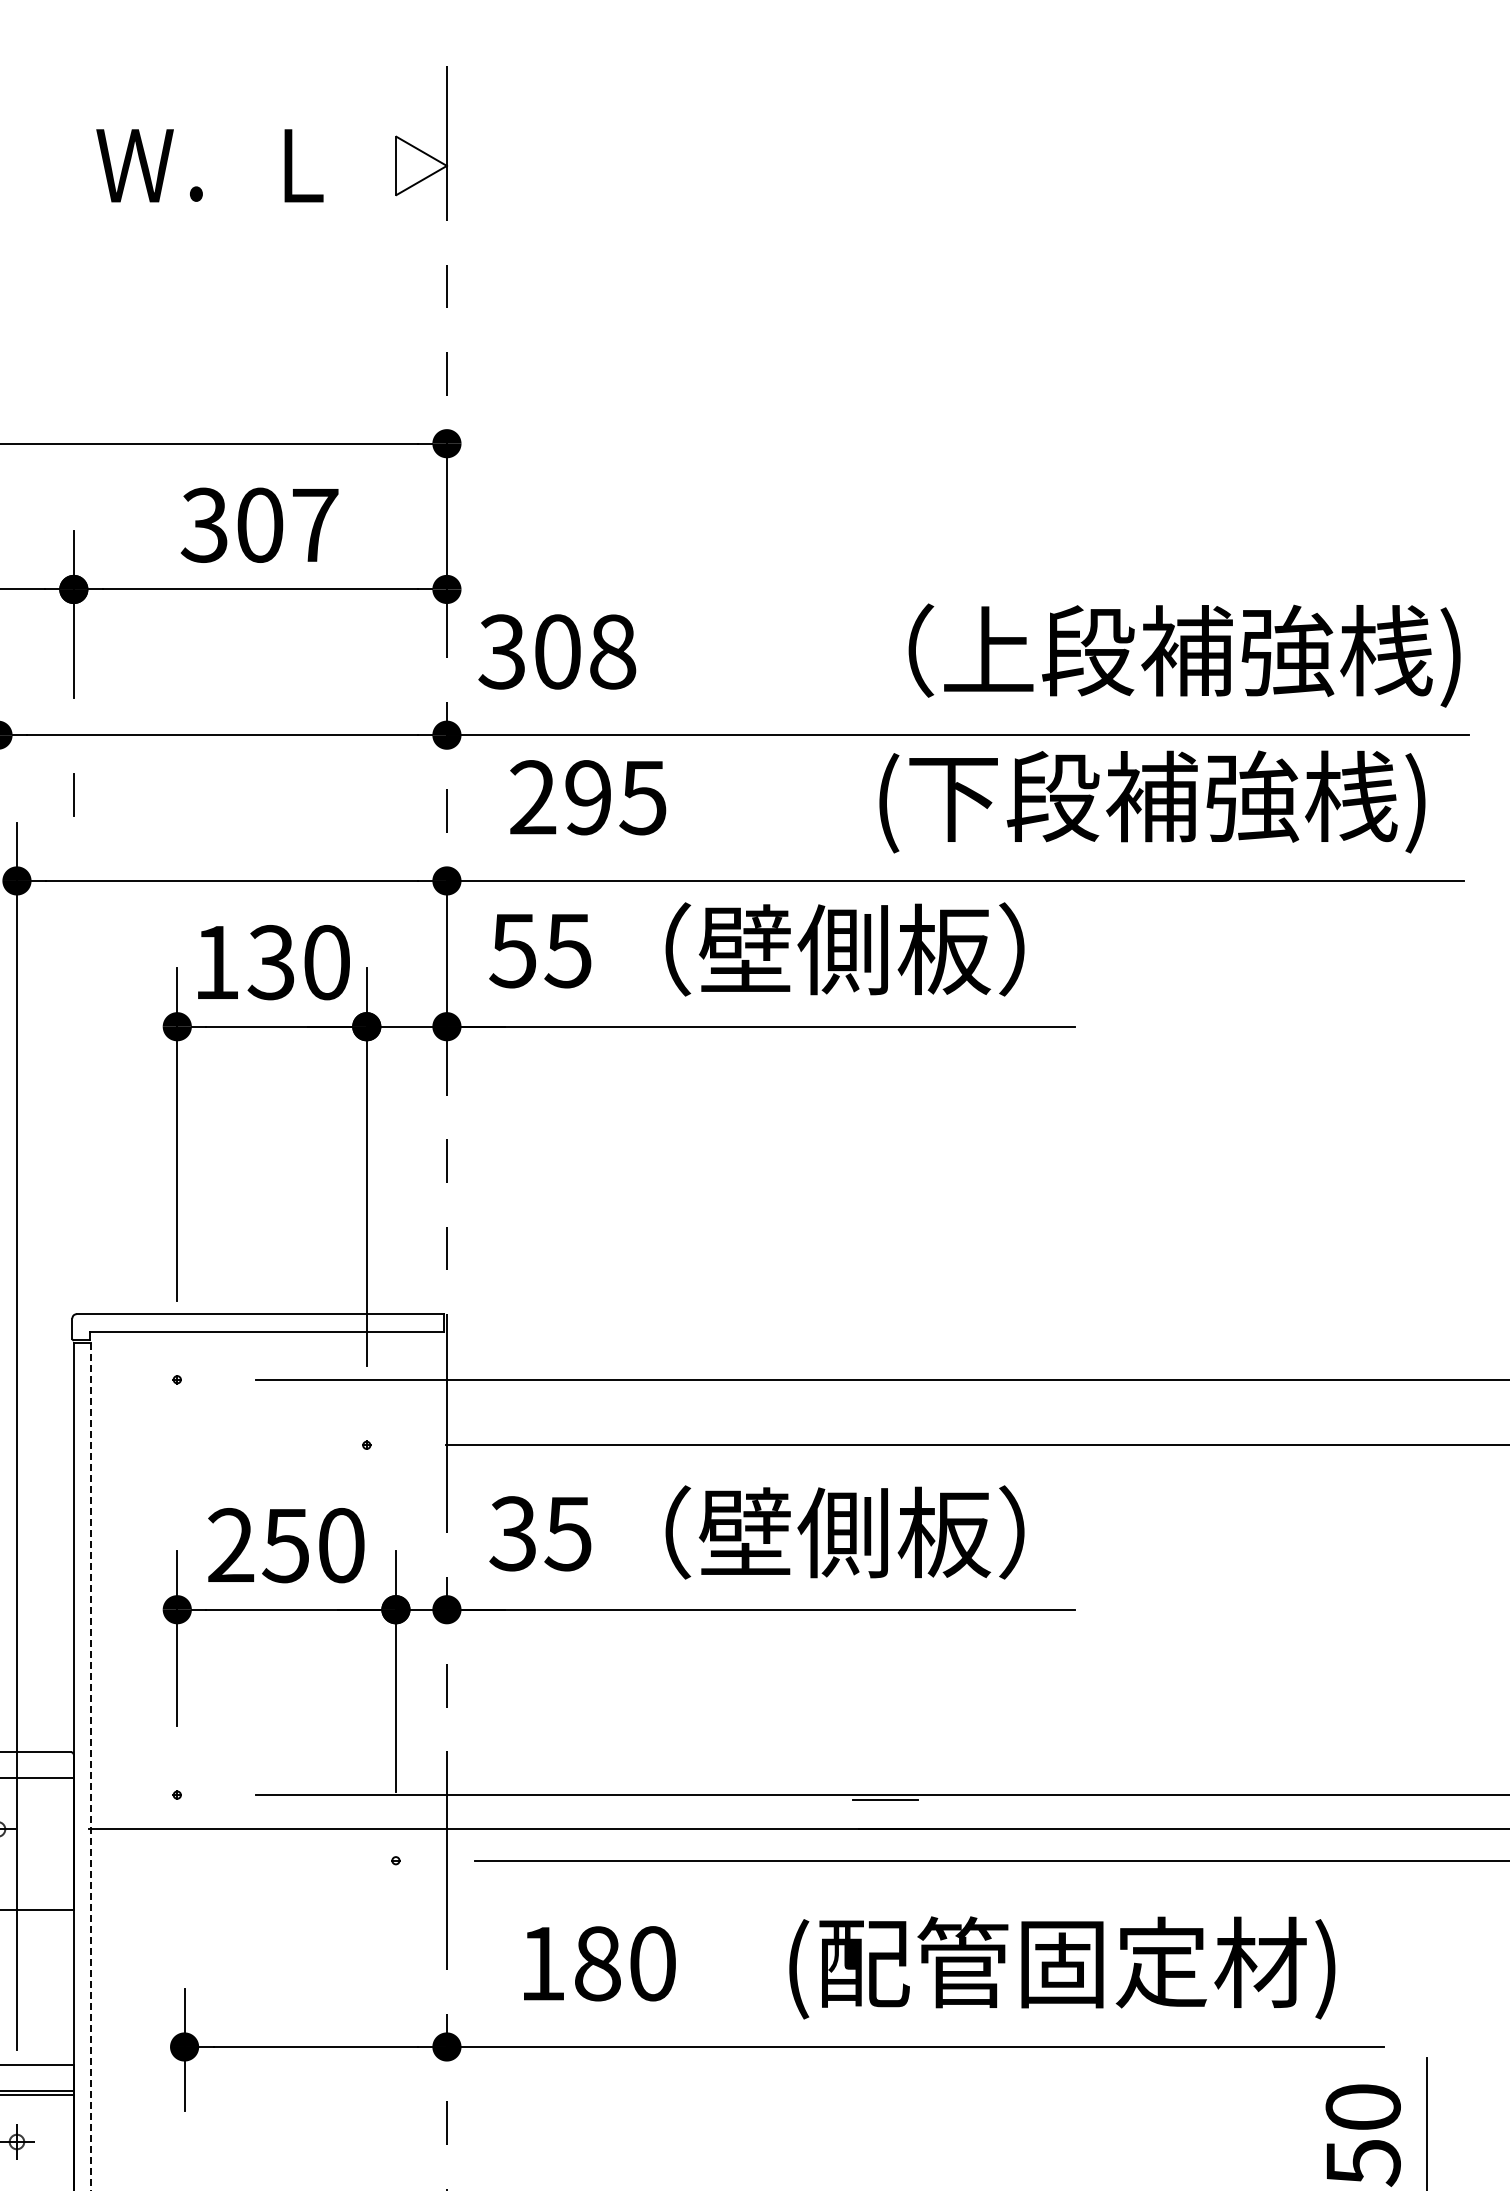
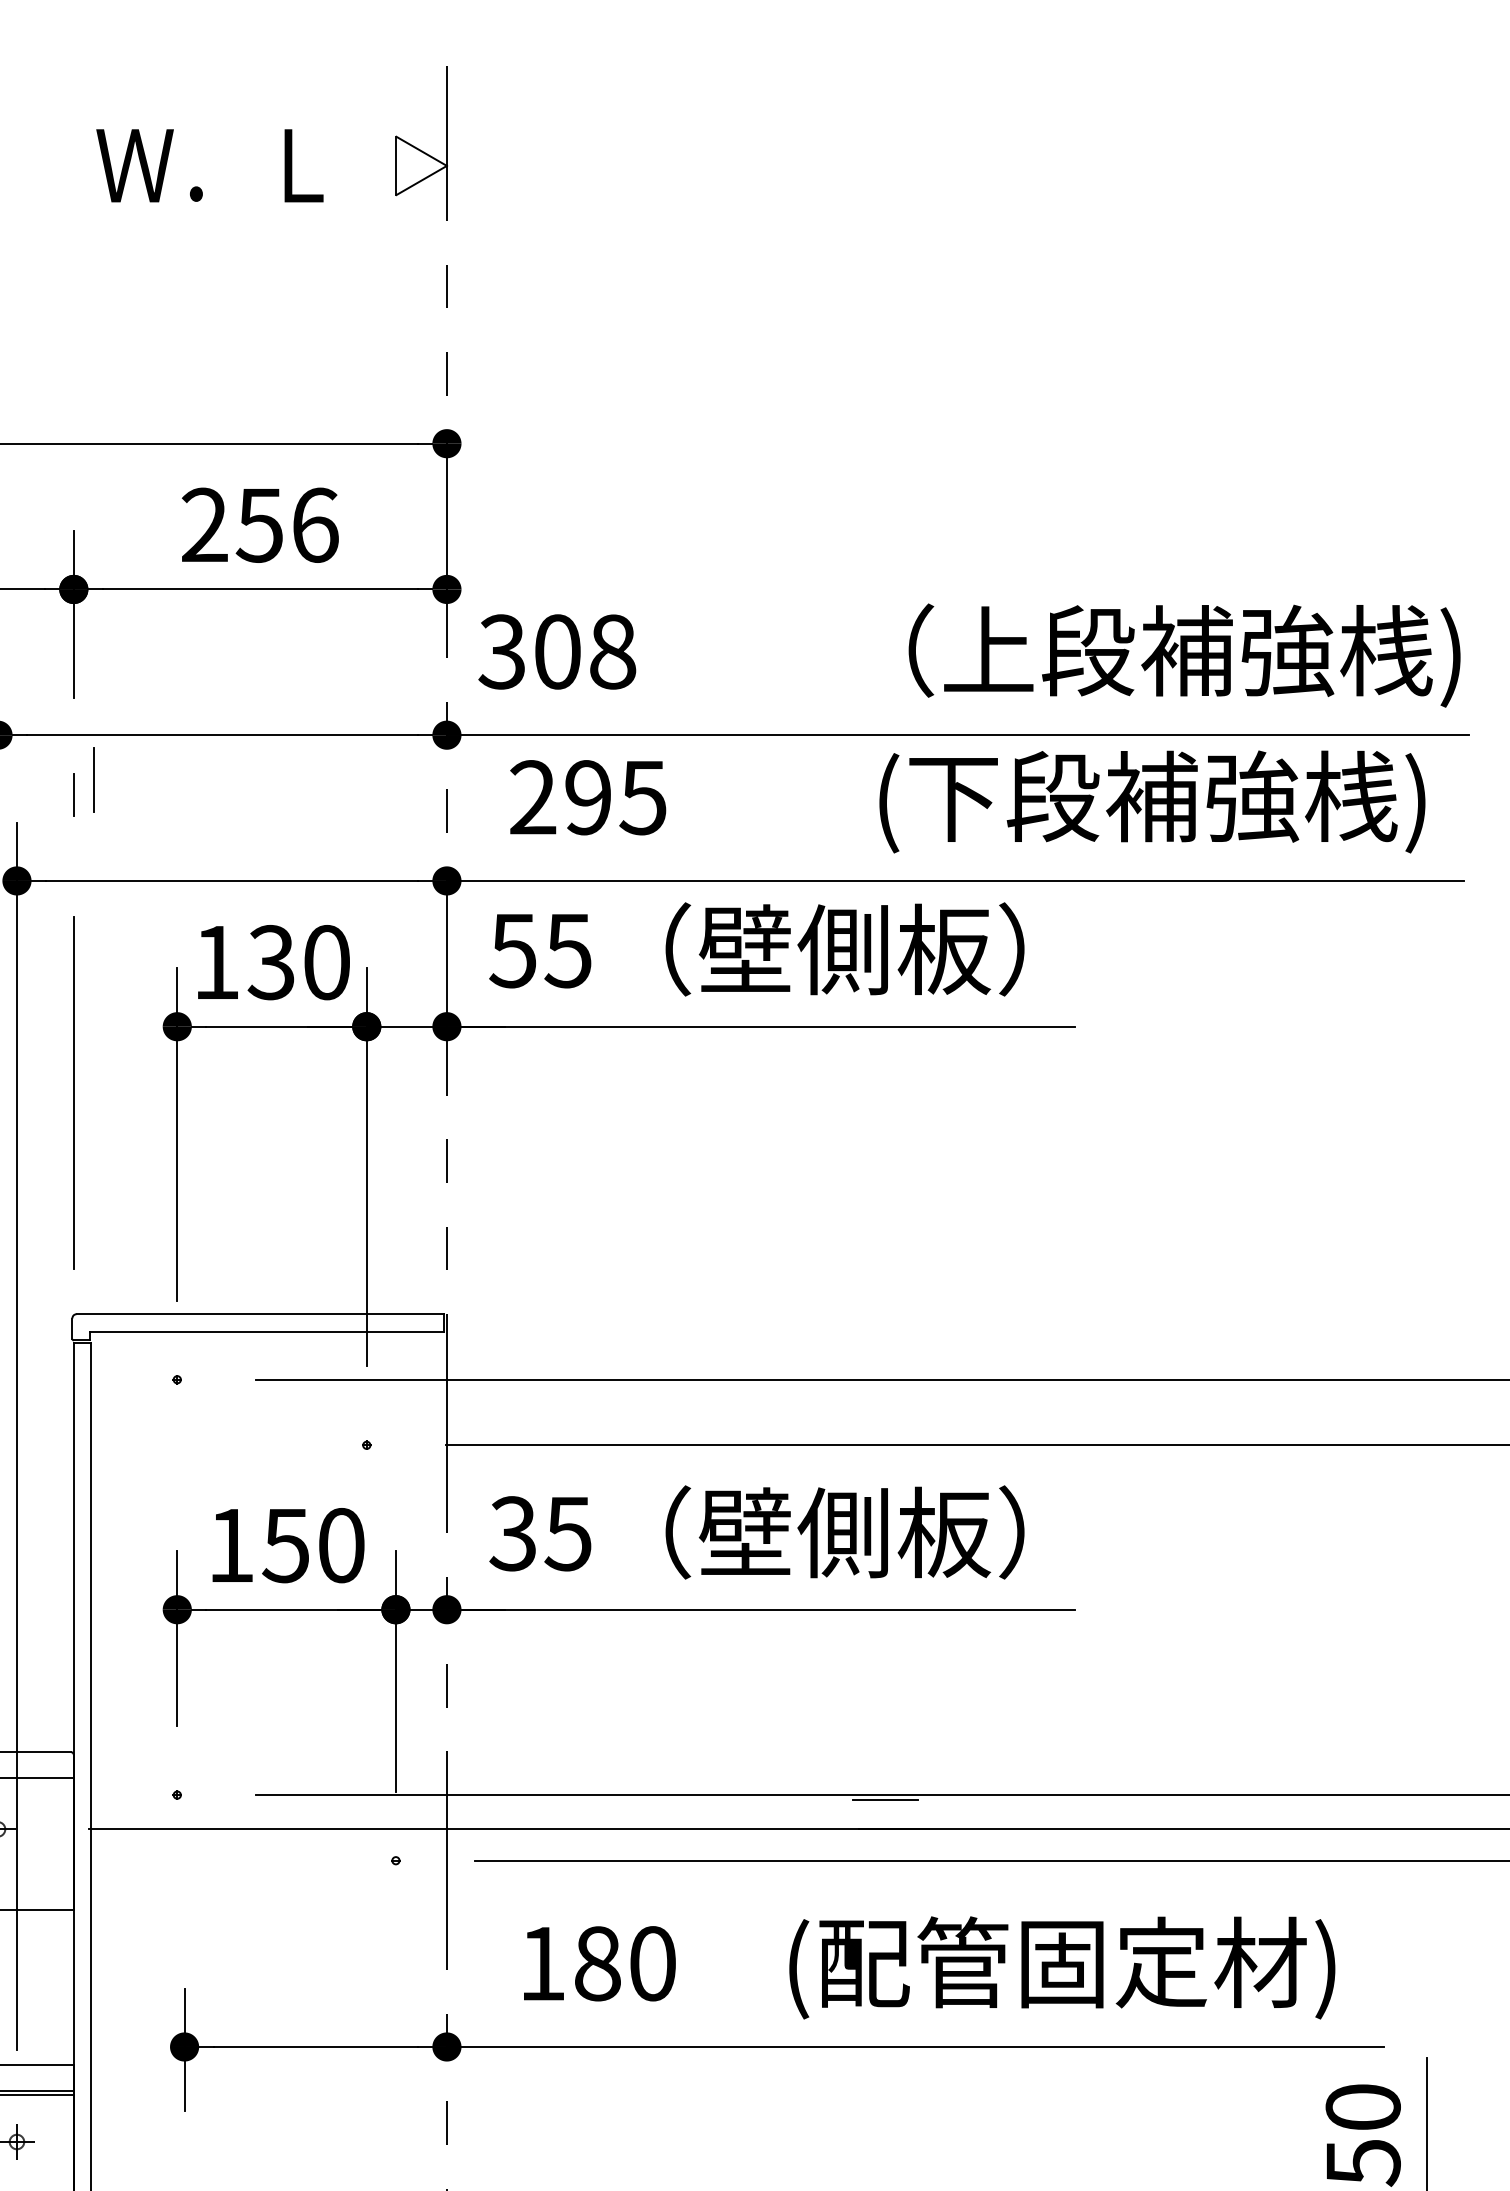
text at (259, 524): 307 -> 256
line at (94, 779): none -> present
line at (73, 1092): none -> present
text at (231, 1544): 250 -> 150
line at (91, 1767): dashed -> solid
